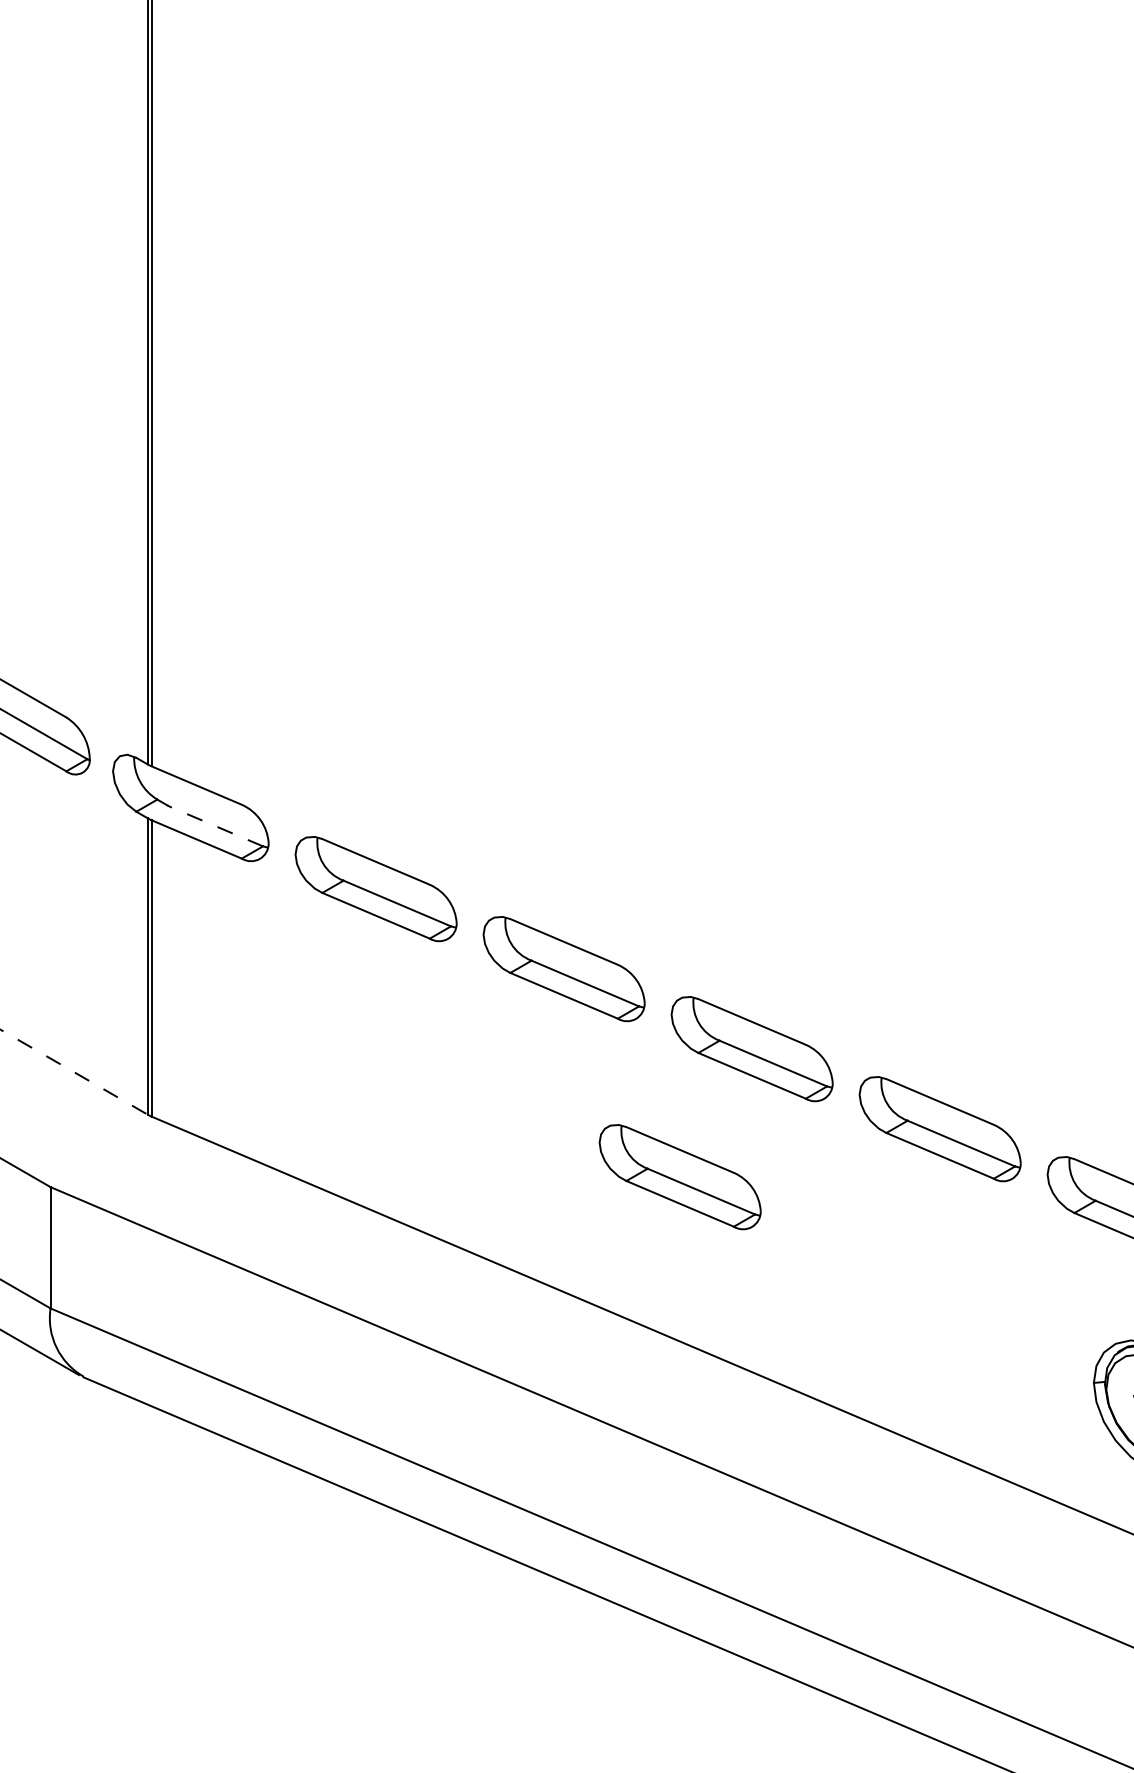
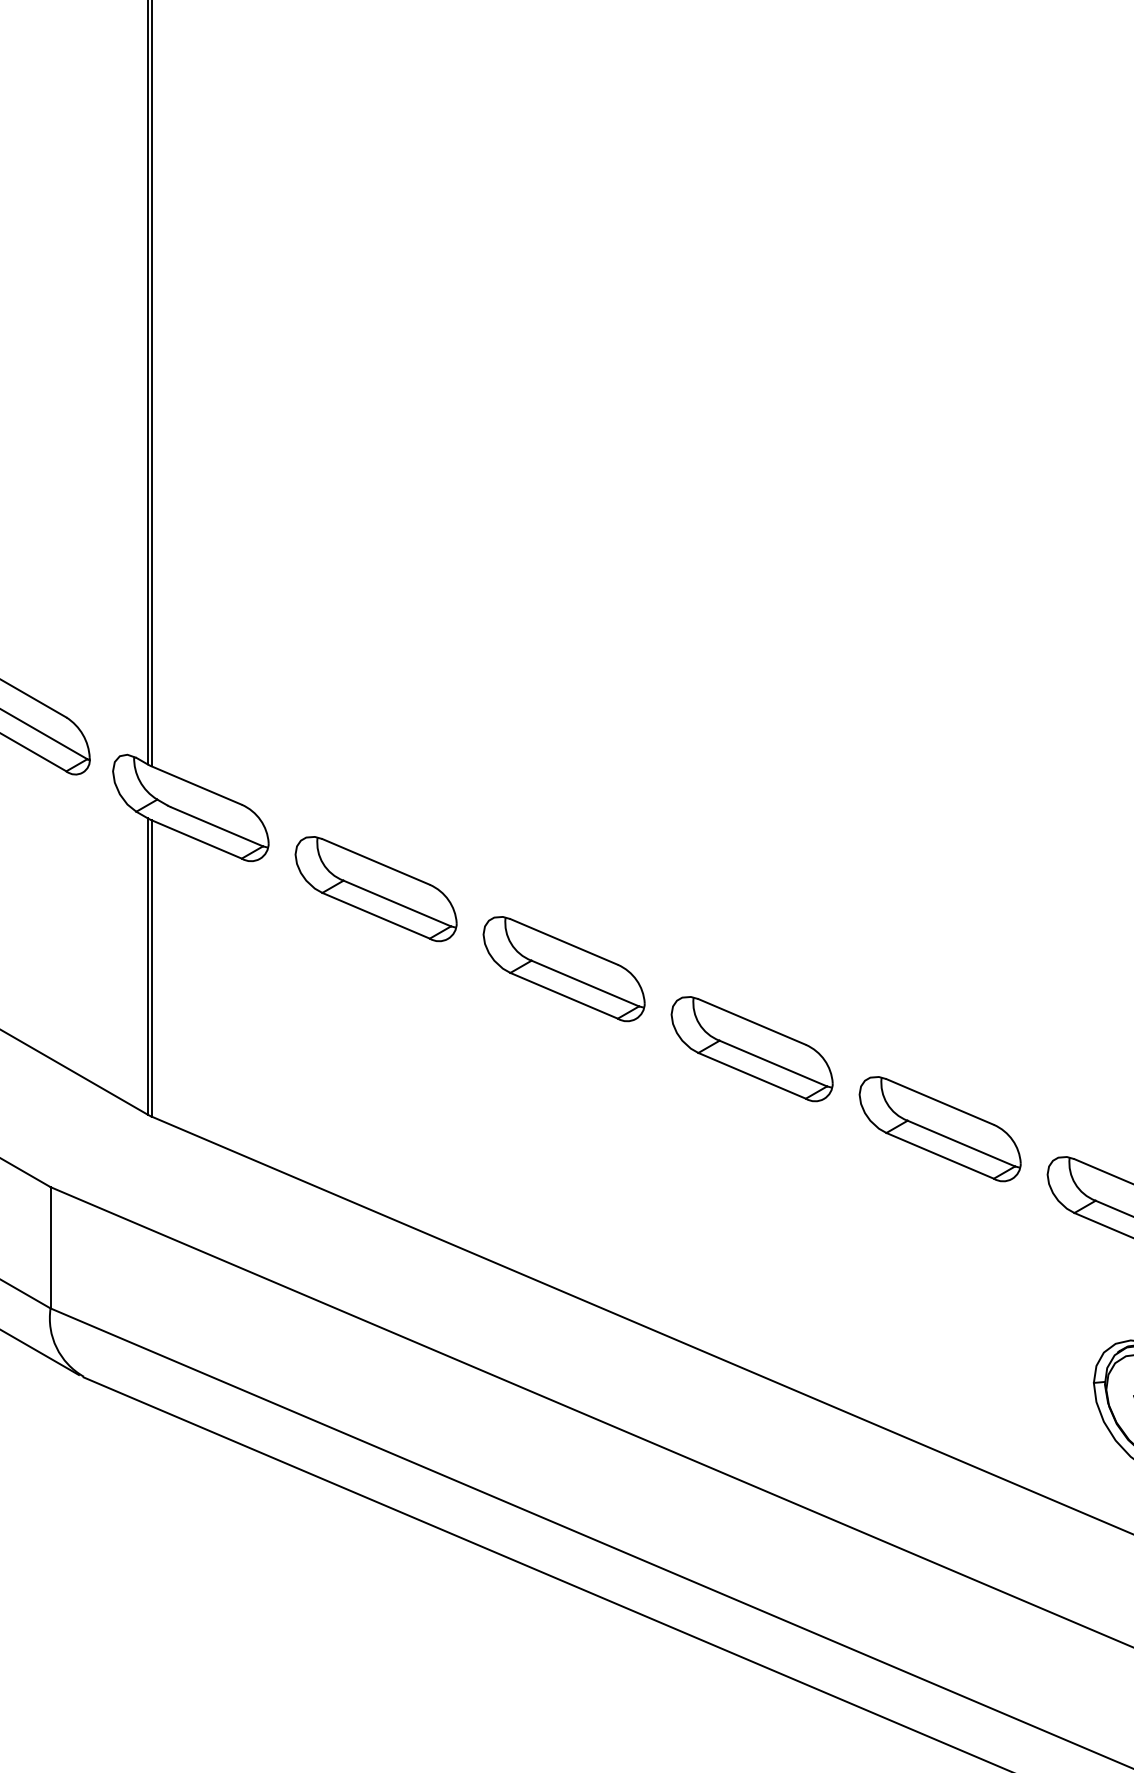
line at (216, 826): dashed -> solid
line at (74, 1072): dashed -> solid
part at (679, 1177): present -> none
